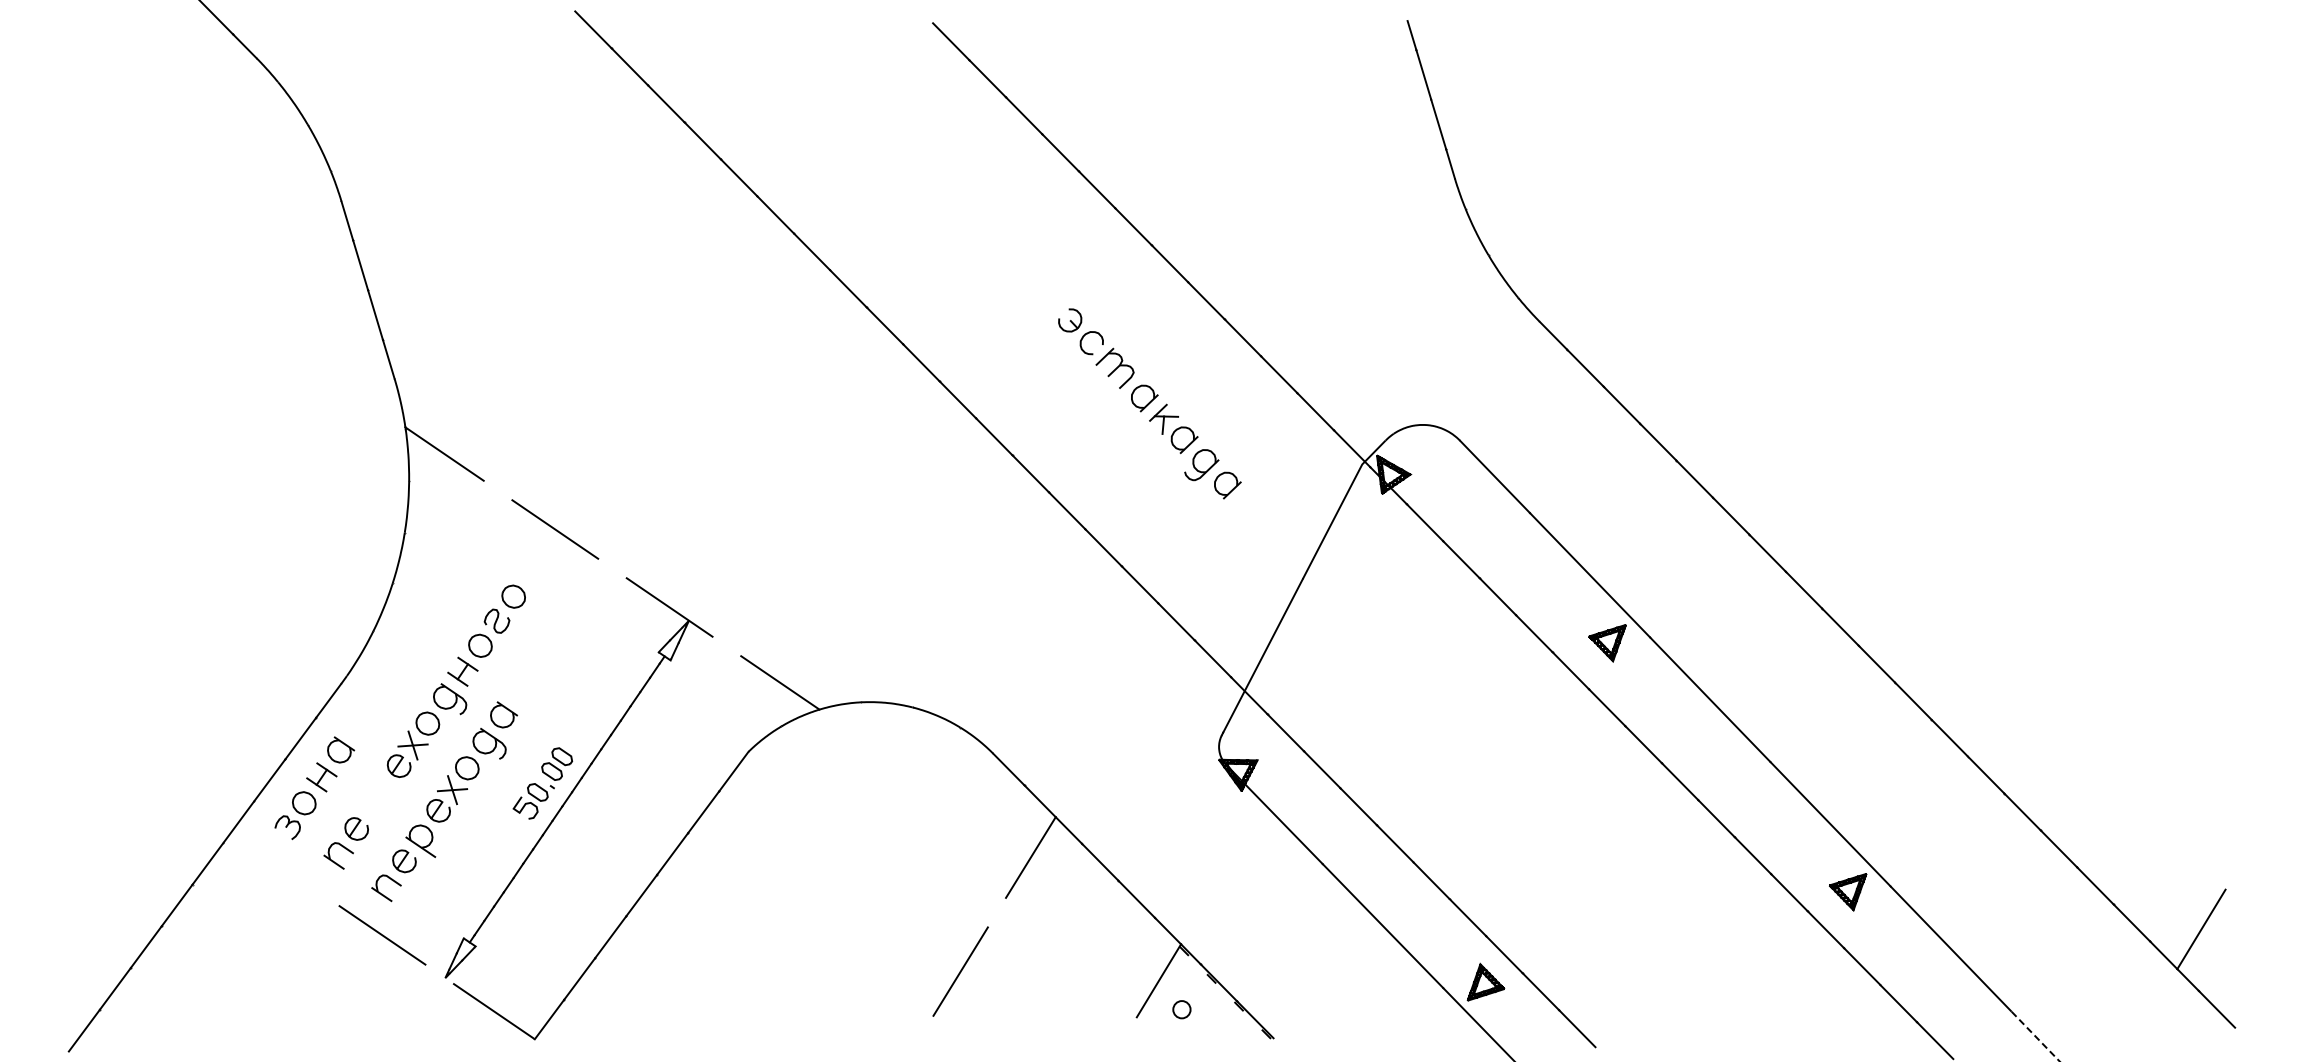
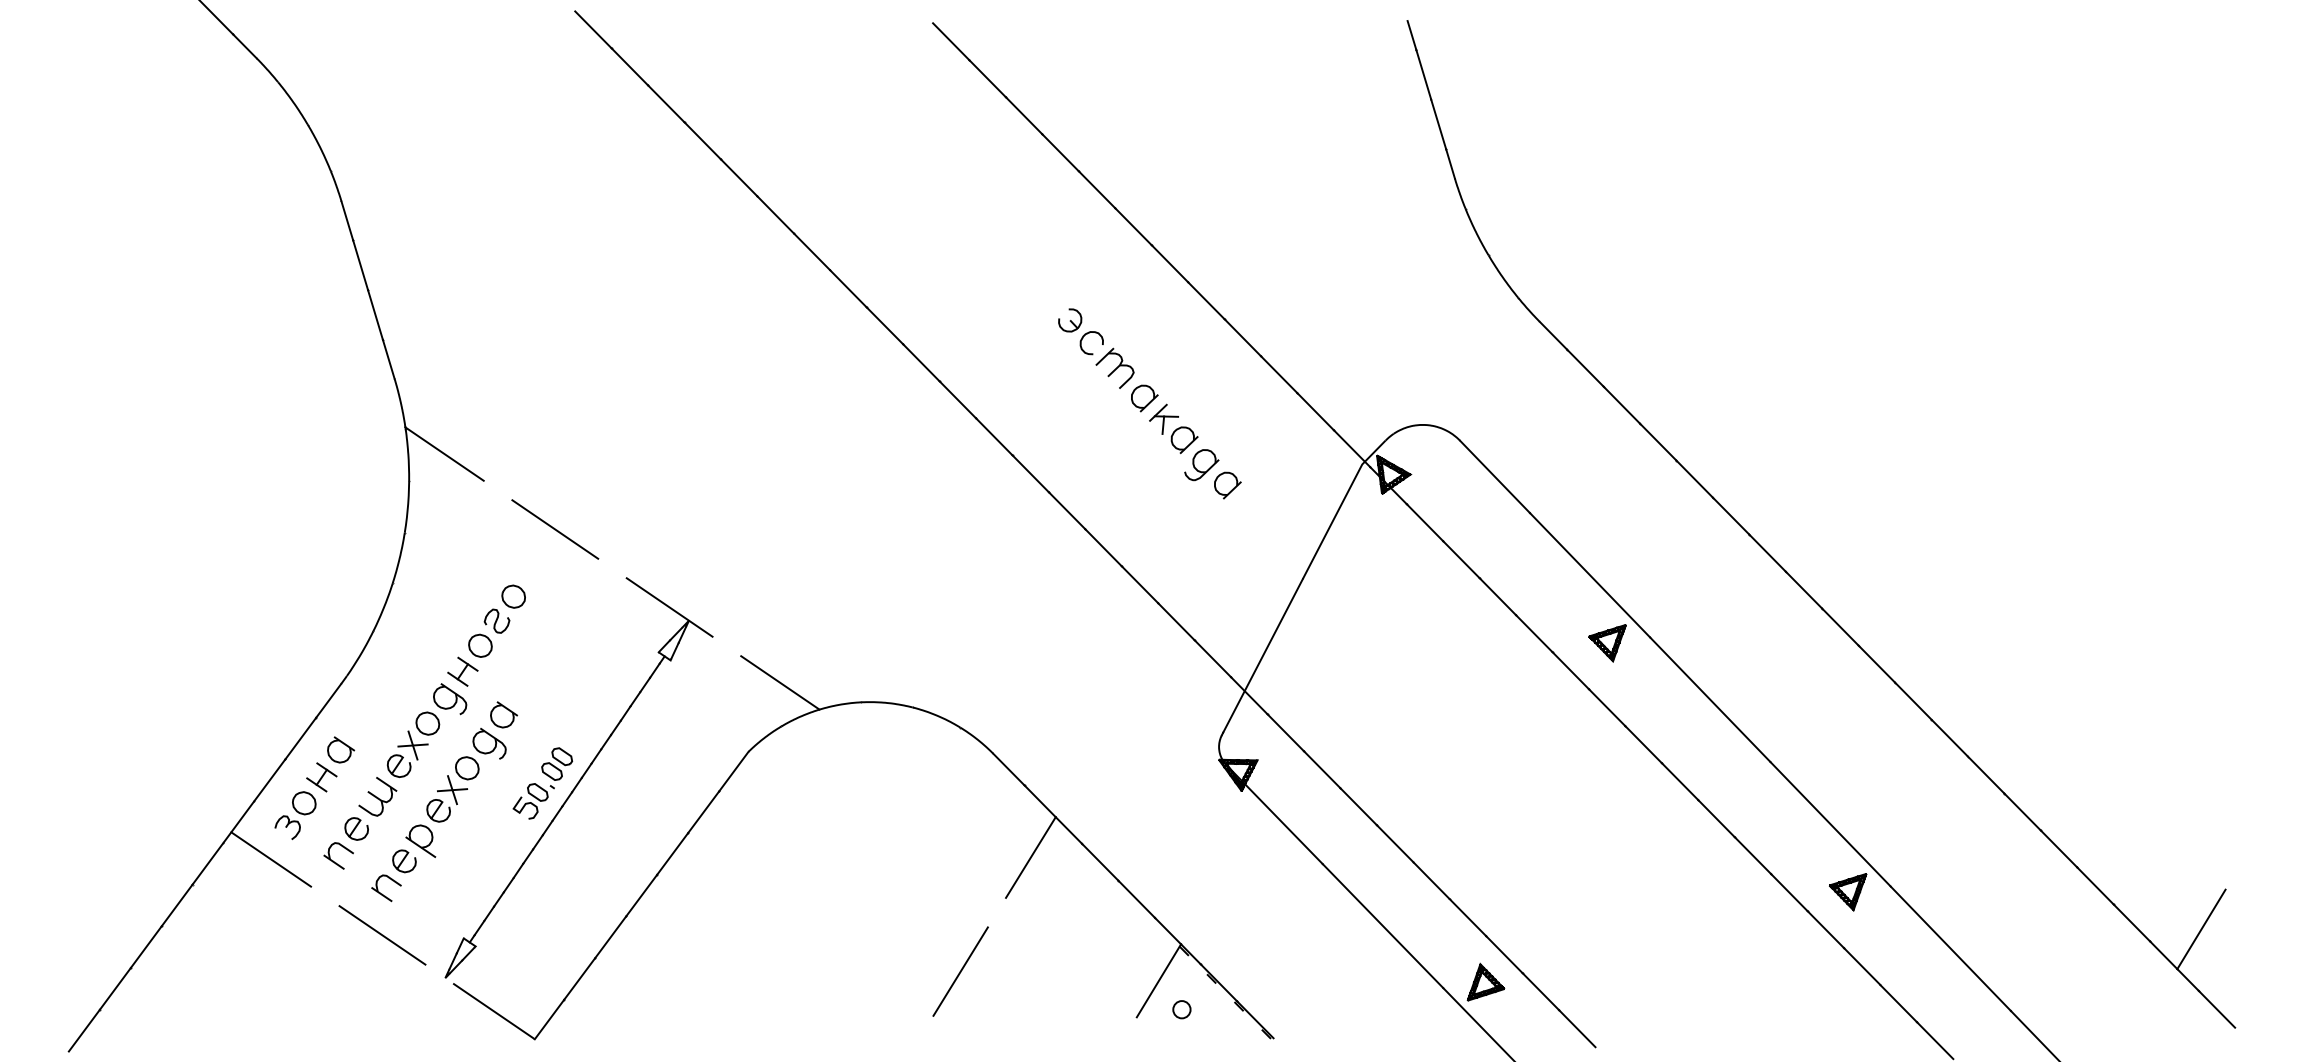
part at (377, 796): none -> present
line at (271, 859): none -> present
line at (2035, 1036): dashed -> solid
